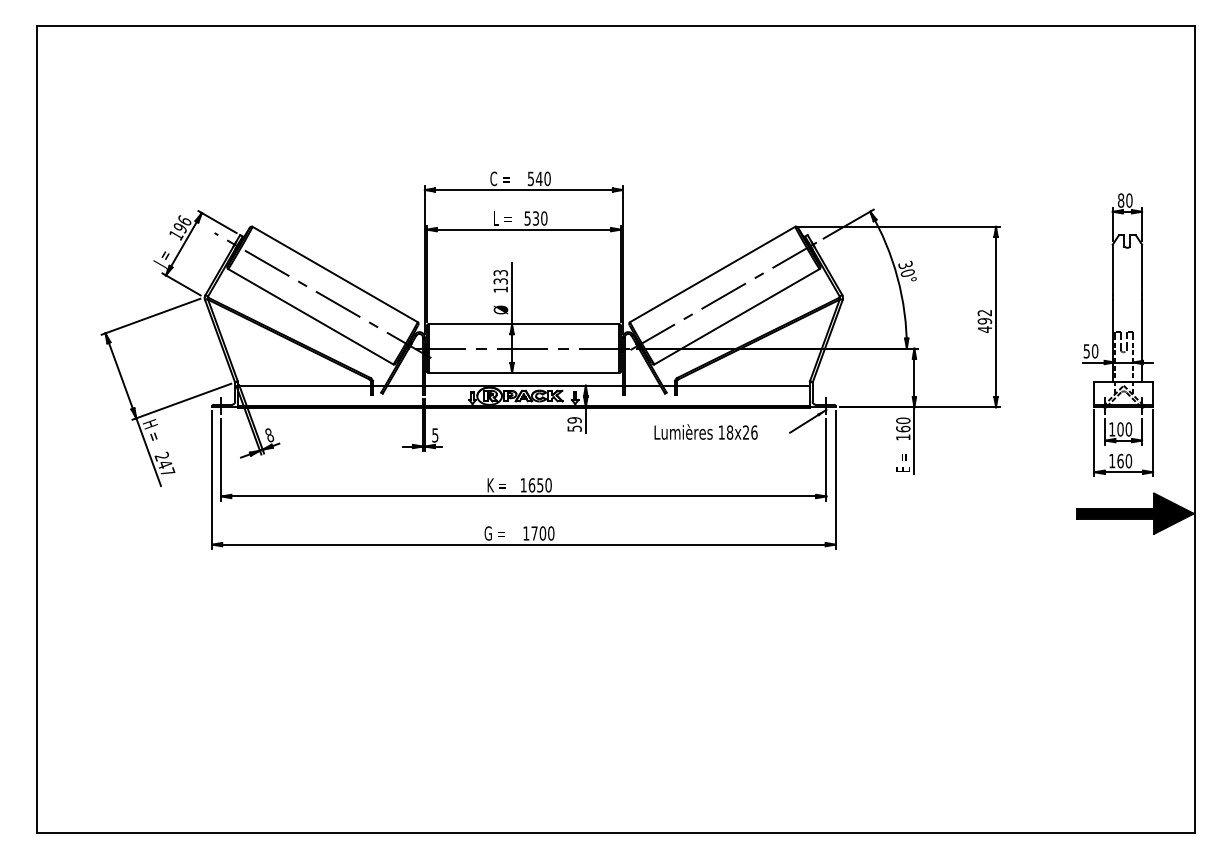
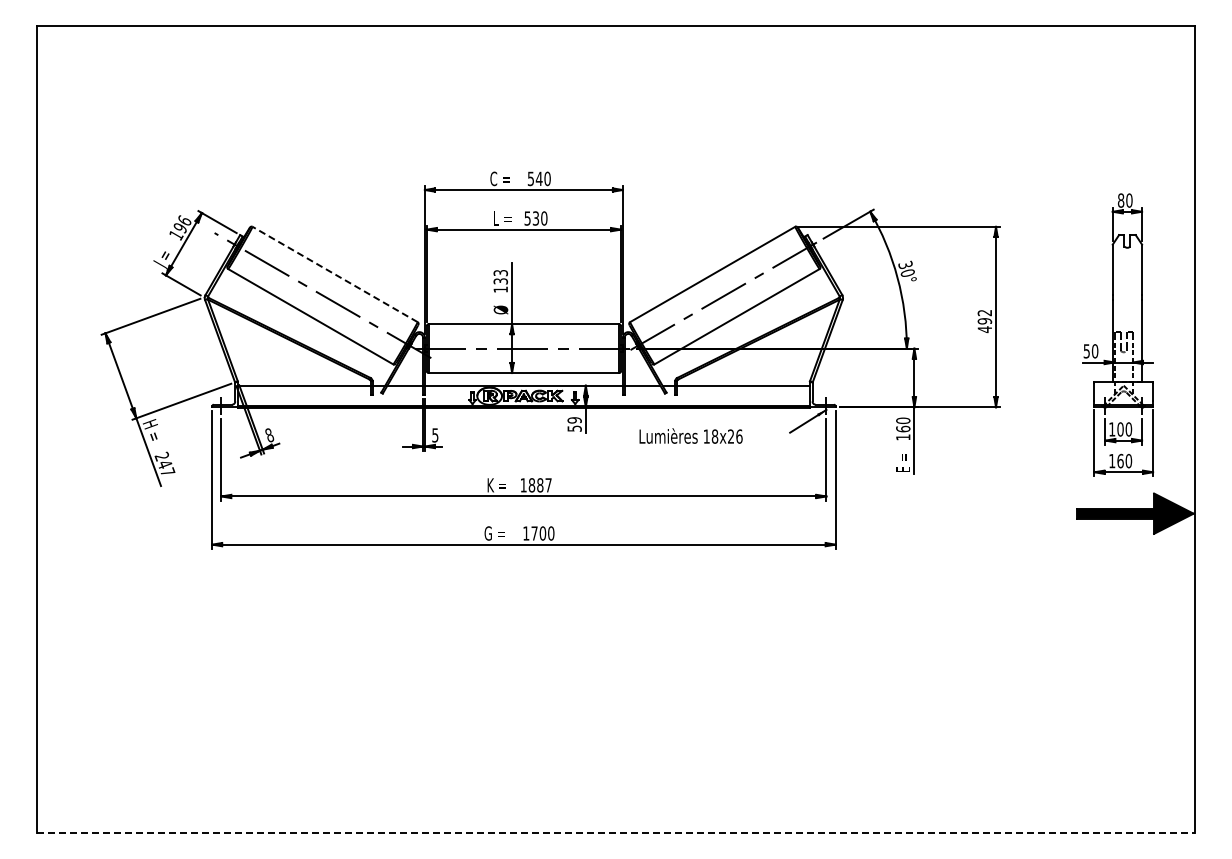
line at (334, 274): solid -> dashed
text at (705, 431) position: (705, 431) -> (690, 435)
text at (539, 485): 1650 -> 1887
line at (616, 833): solid -> dashed
